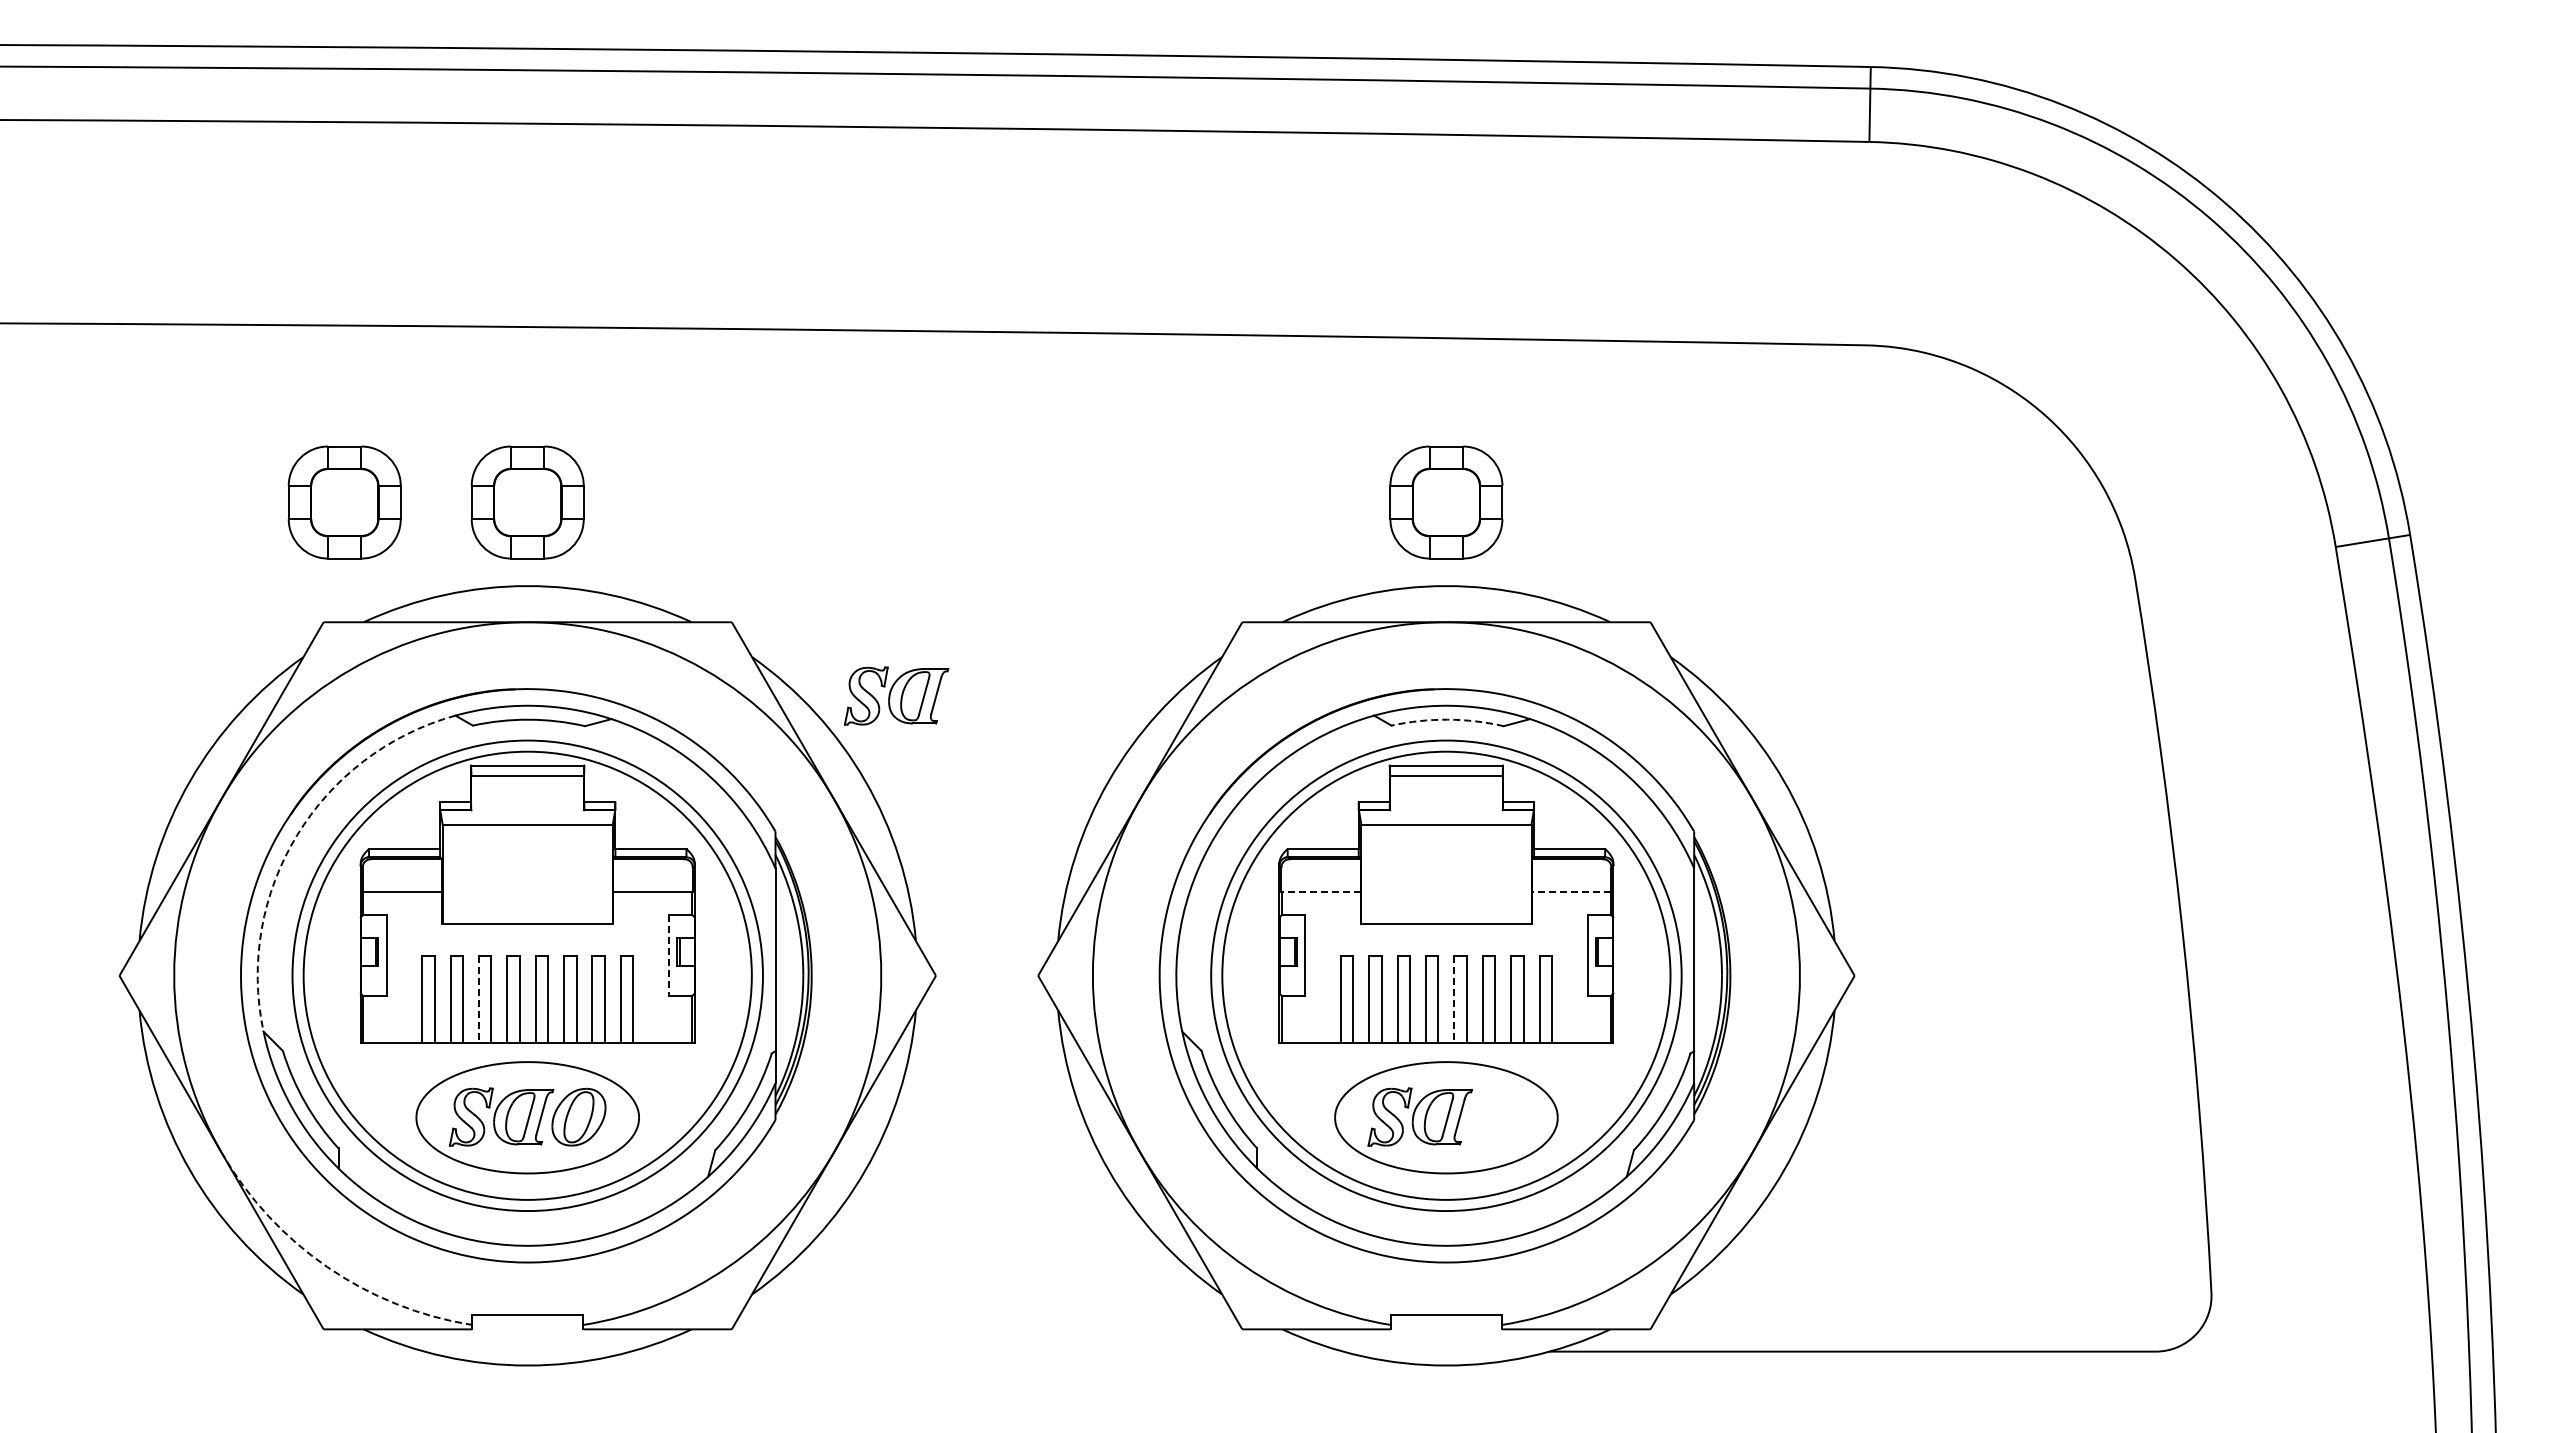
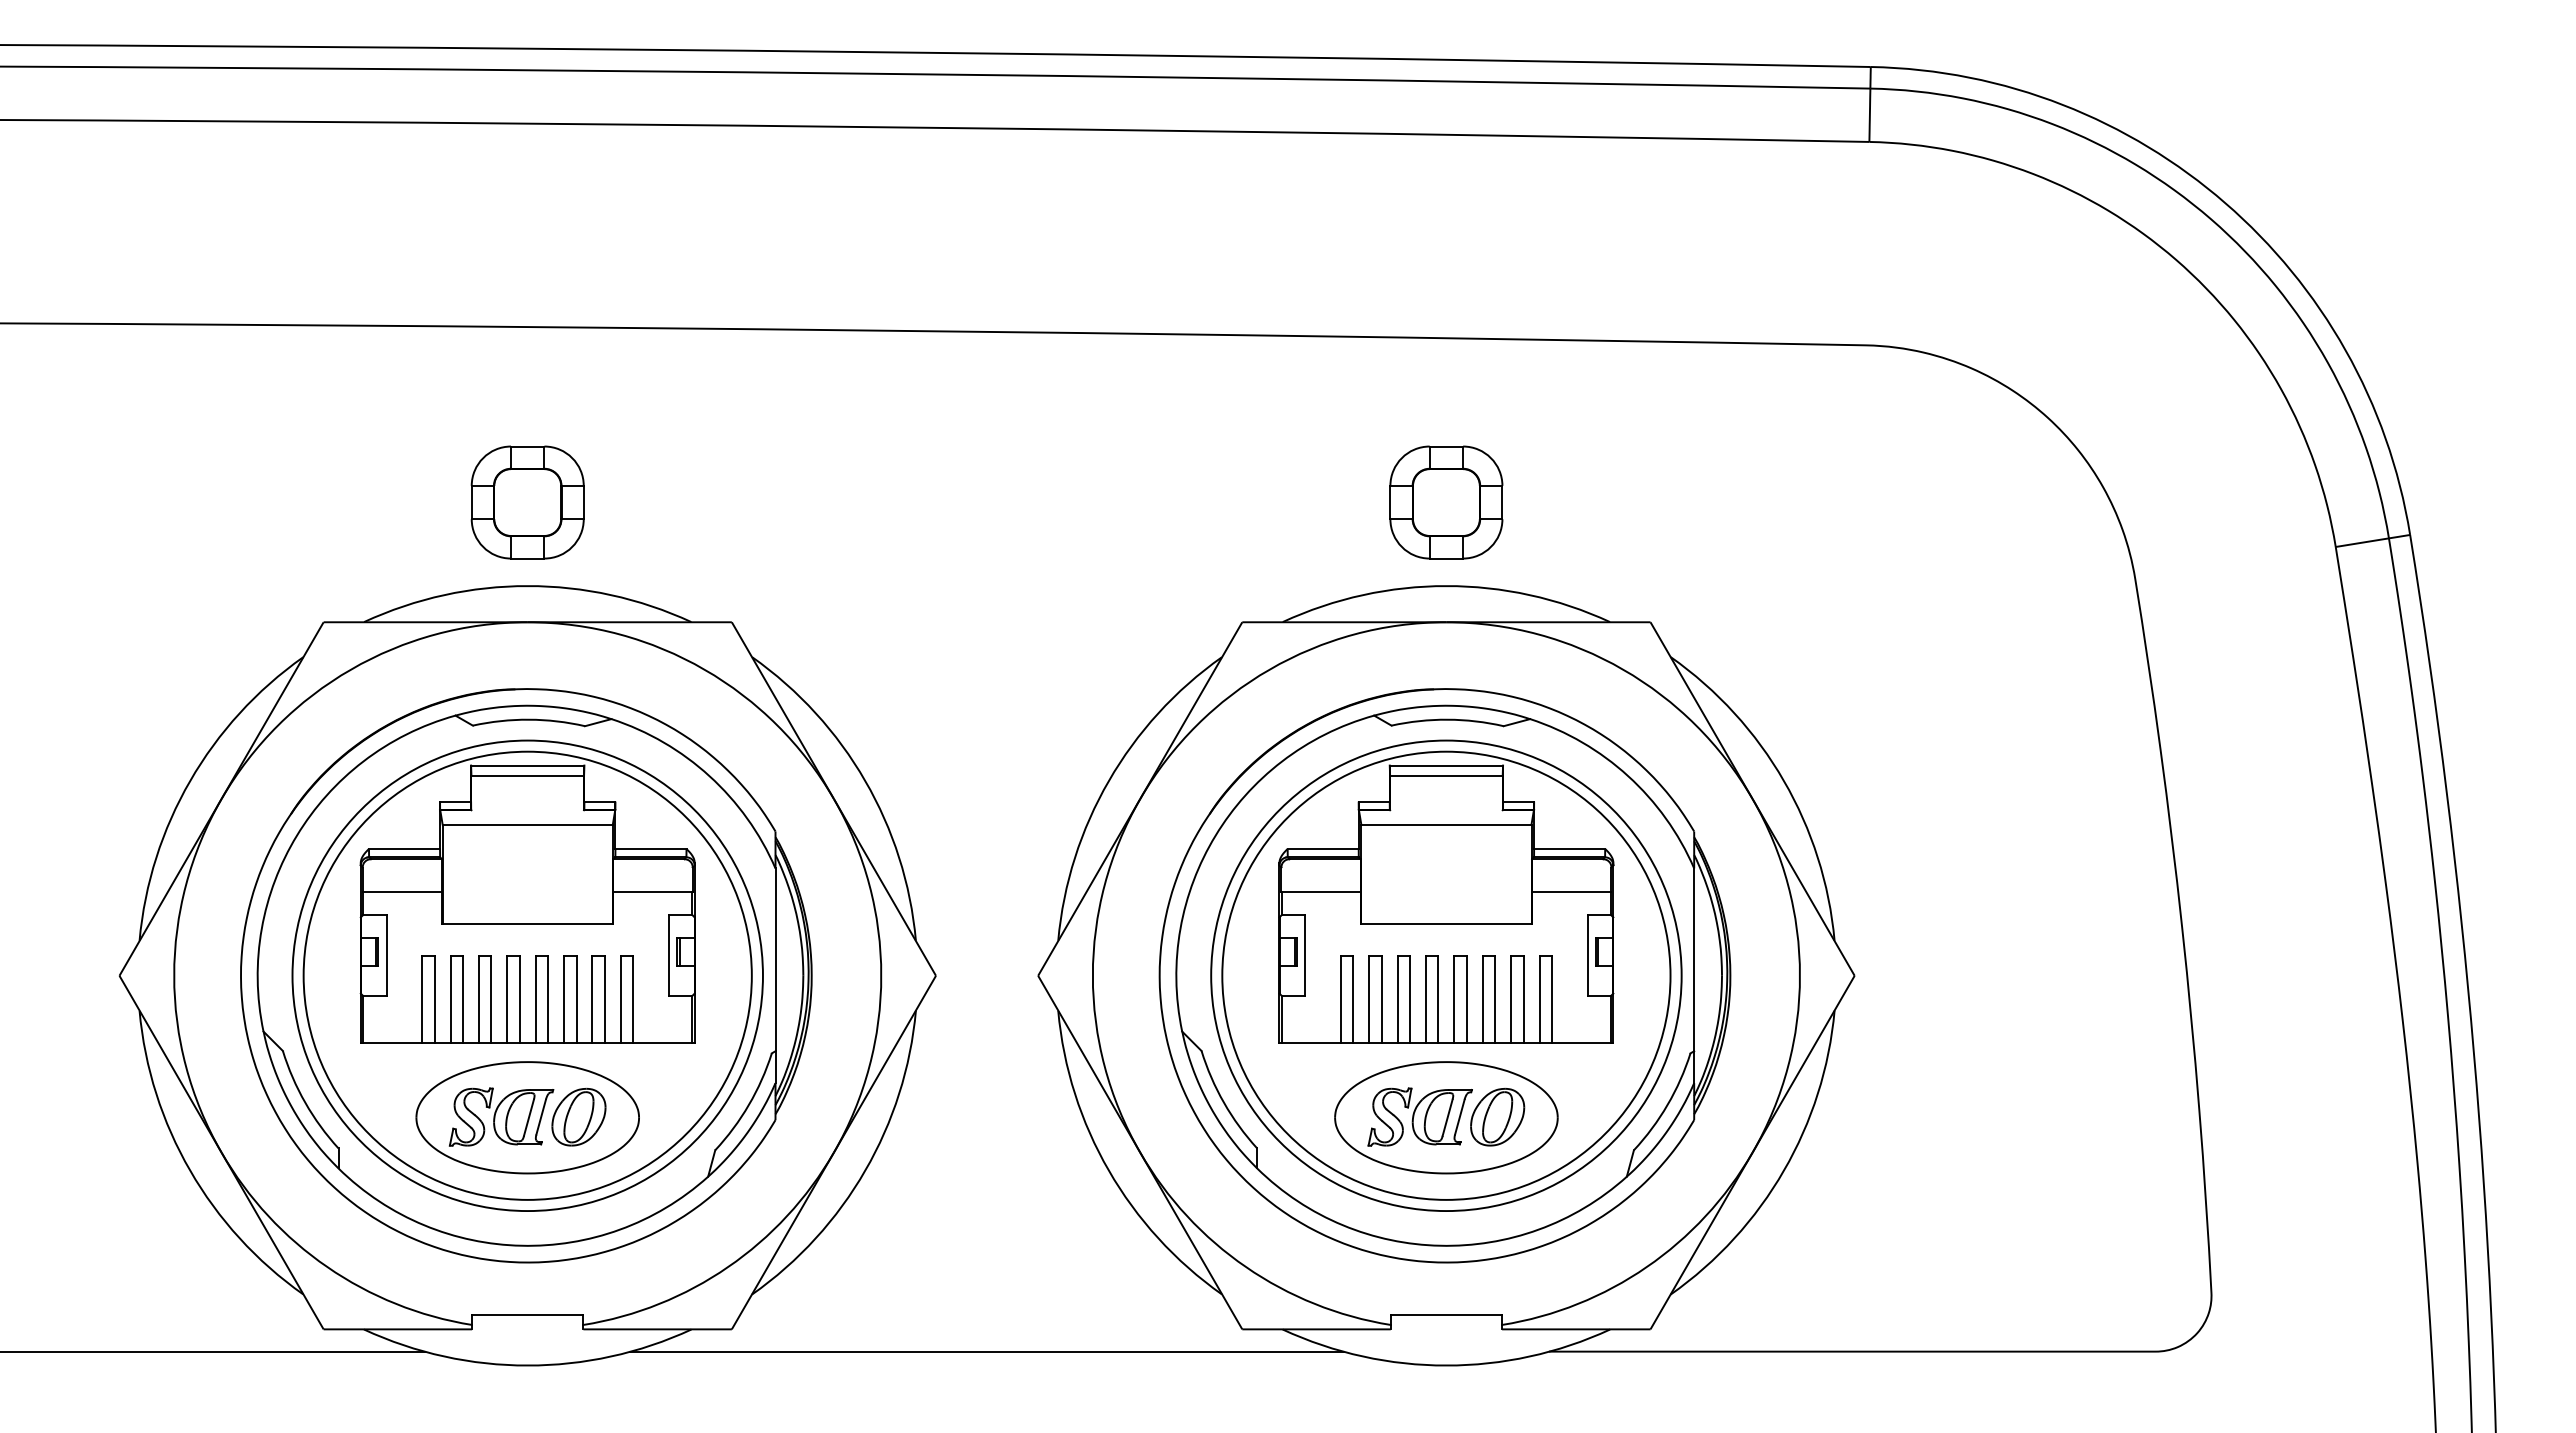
part at (344, 502): present -> none
part at (896, 695): present -> none
arc at (1447, 719): dashed -> solid
arc at (296, 835): dashed -> solid
line at (1321, 891): dashed -> solid
line at (1571, 891): dashed -> solid
line at (668, 955): dashed -> solid
line at (478, 999): dashed -> solid
line at (1454, 999): dashed -> solid
part at (1497, 1116): none -> present
arc at (327, 1267): dashed -> solid
line at (213, 1351): none -> present
line at (986, 1351): none -> present
